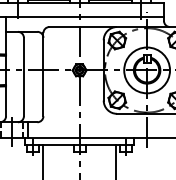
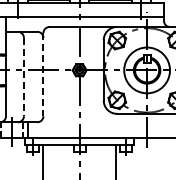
line at (43, 74): solid -> dashed
line at (23, 77): solid -> dashed
